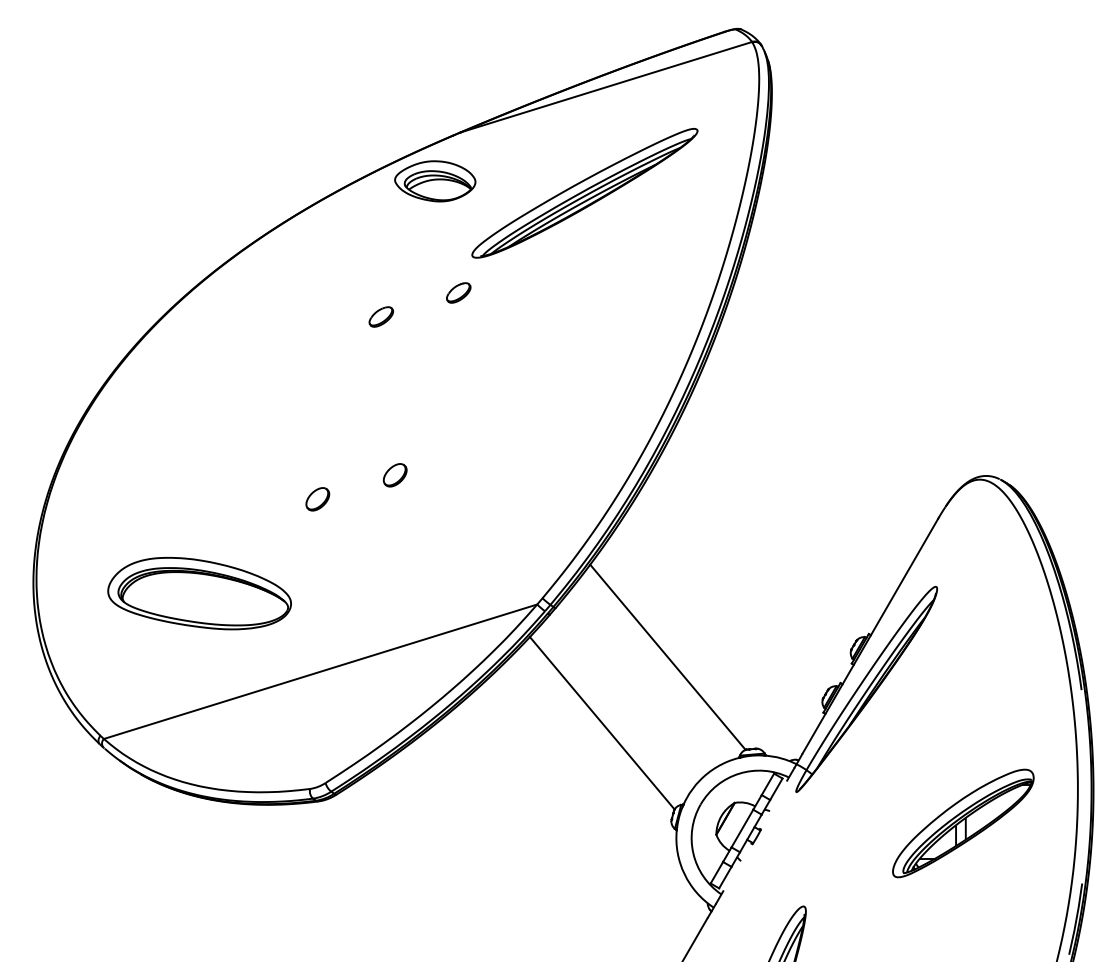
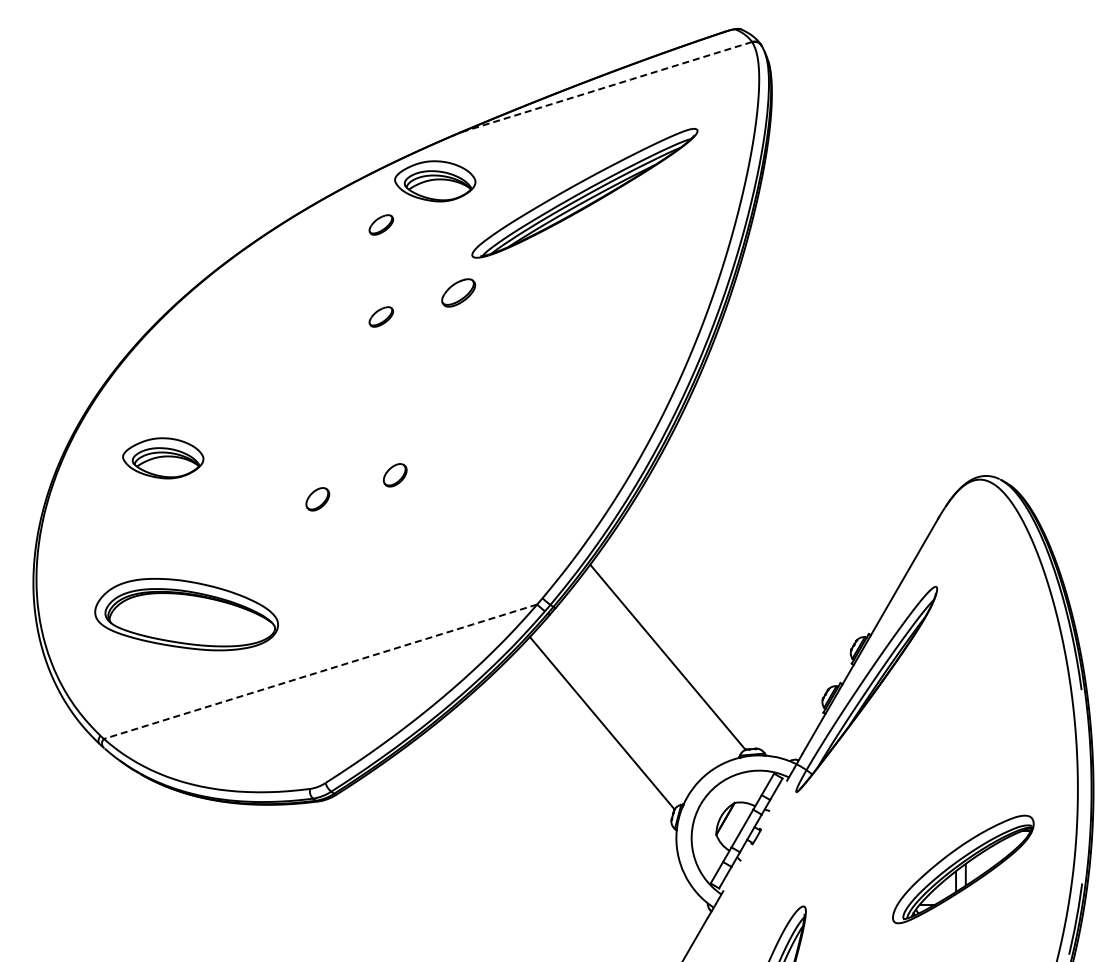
line at (606, 87): solid -> dashed
part at (381, 224): none -> present
part at (458, 292) size: 26x22 px -> 36x30 px
part at (163, 458): none -> present
part at (199, 593) position: (199, 593) -> (186, 614)
line at (320, 671): solid -> dashed
part at (963, 823) position: (963, 823) -> (963, 869)
